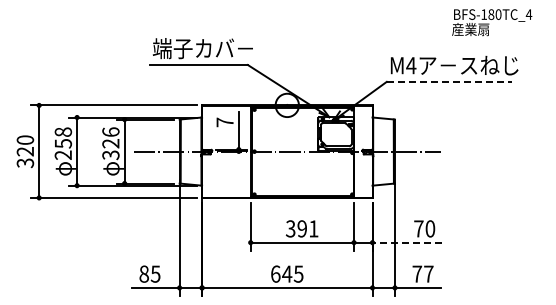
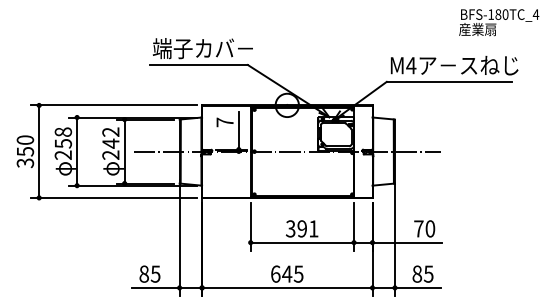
text at (492, 22) position: (492, 22) -> (499, 22)
line at (449, 81): dashed -> solid
text at (110, 143): 326 -> 242
text at (25, 151): 320 -> 350
line at (407, 242): dashed -> solid
text at (422, 273): 77 -> 85
